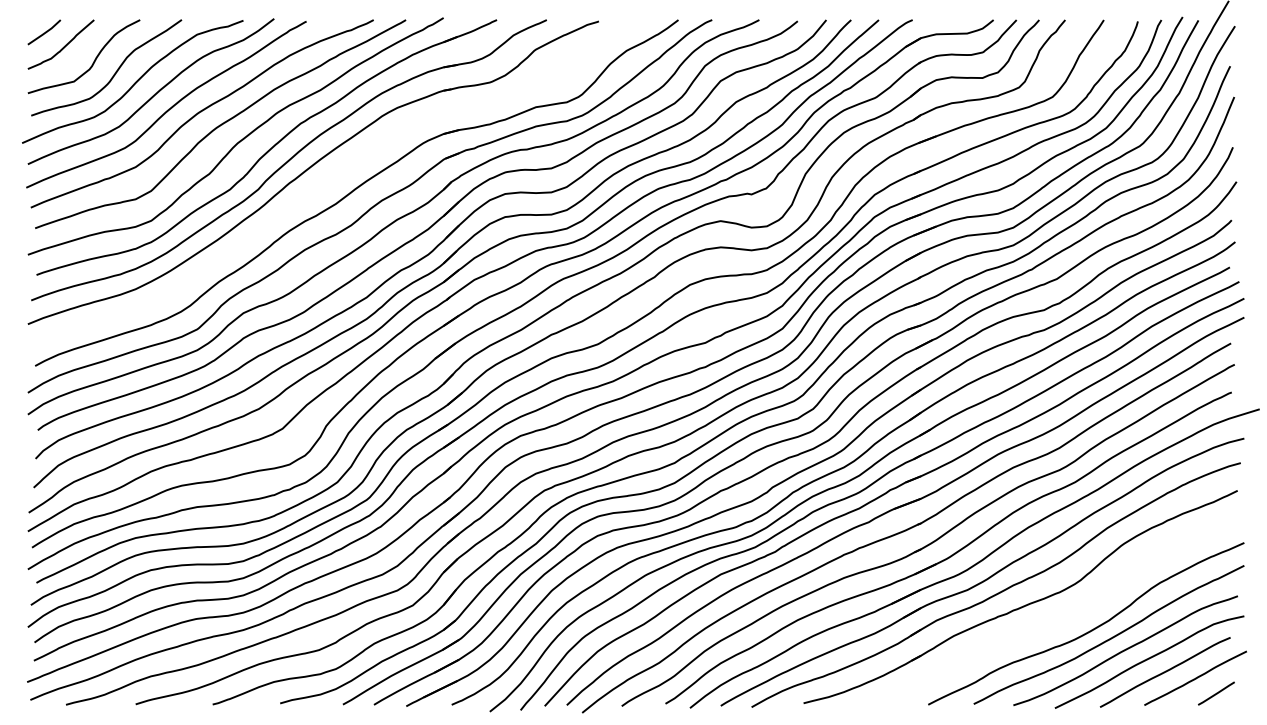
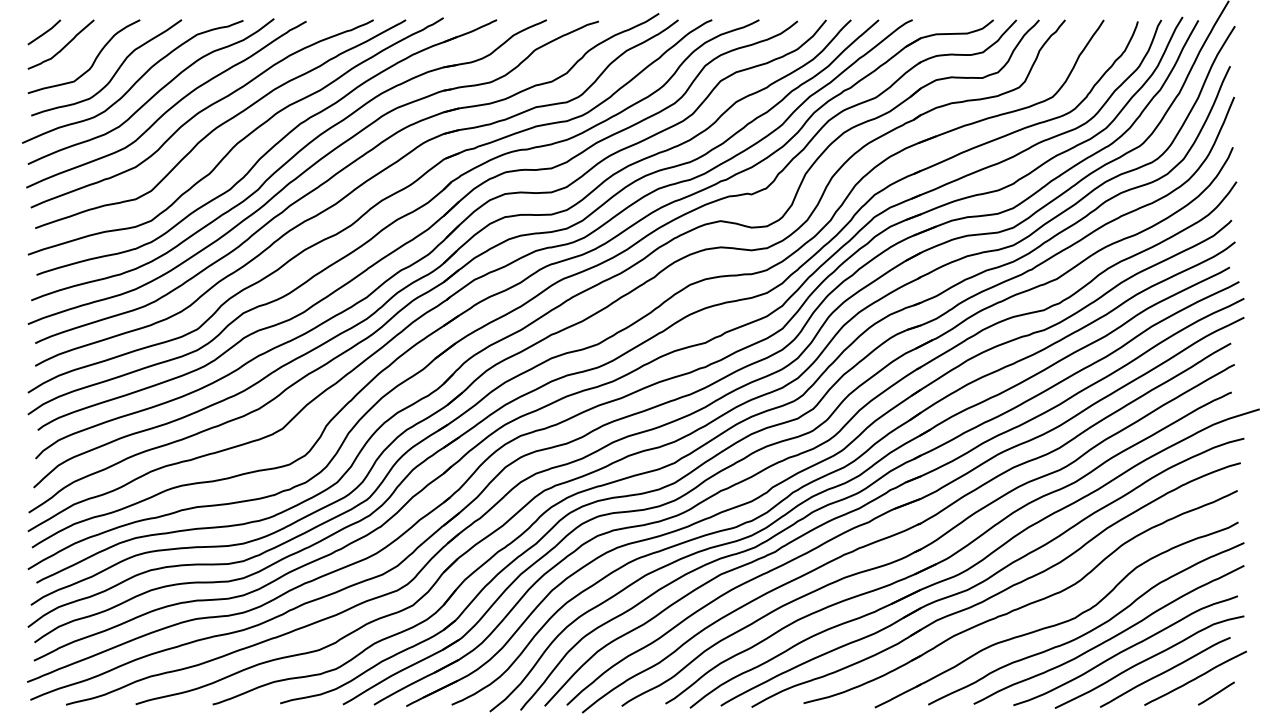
part at (343, 170): none -> present
part at (1059, 622): none -> present
